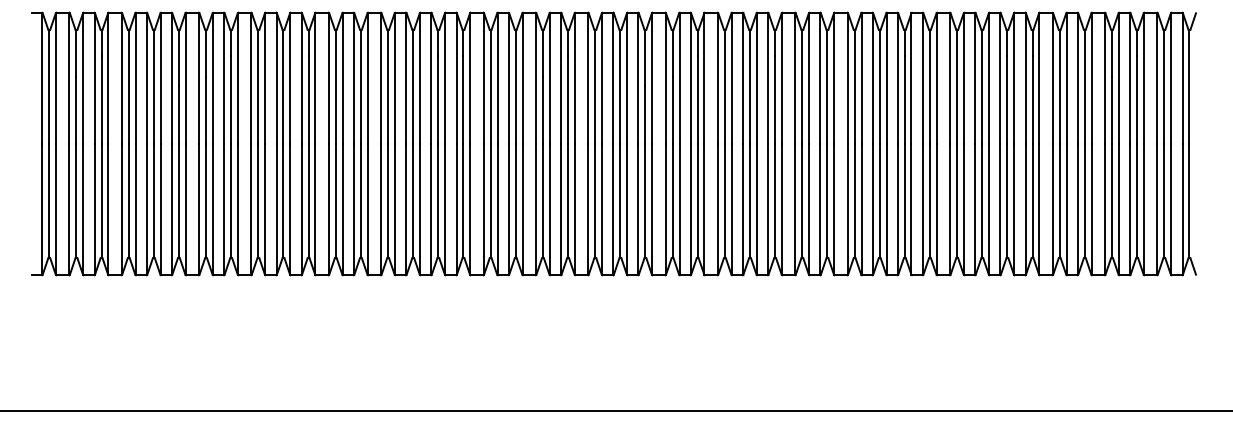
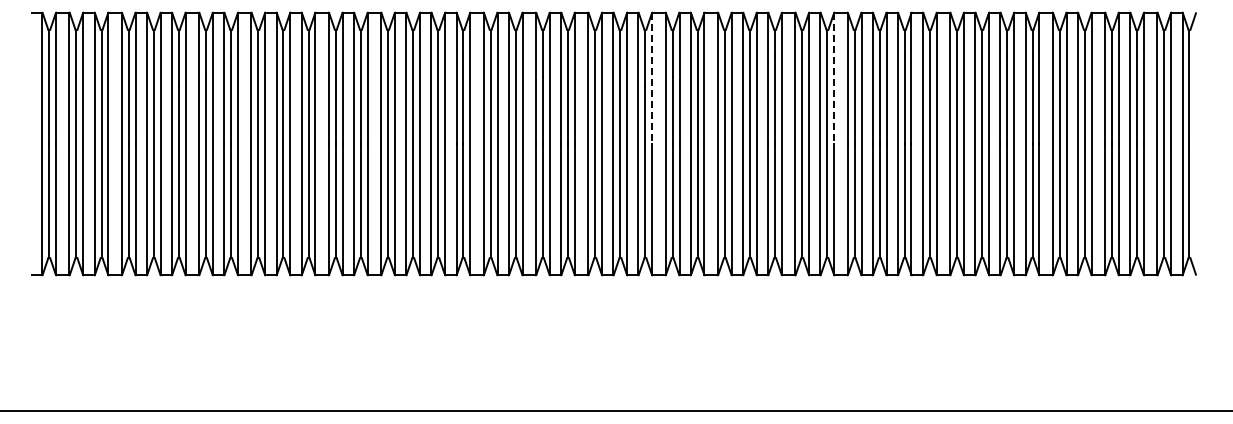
line at (652, 78): solid -> dashed
line at (834, 78): solid -> dashed
